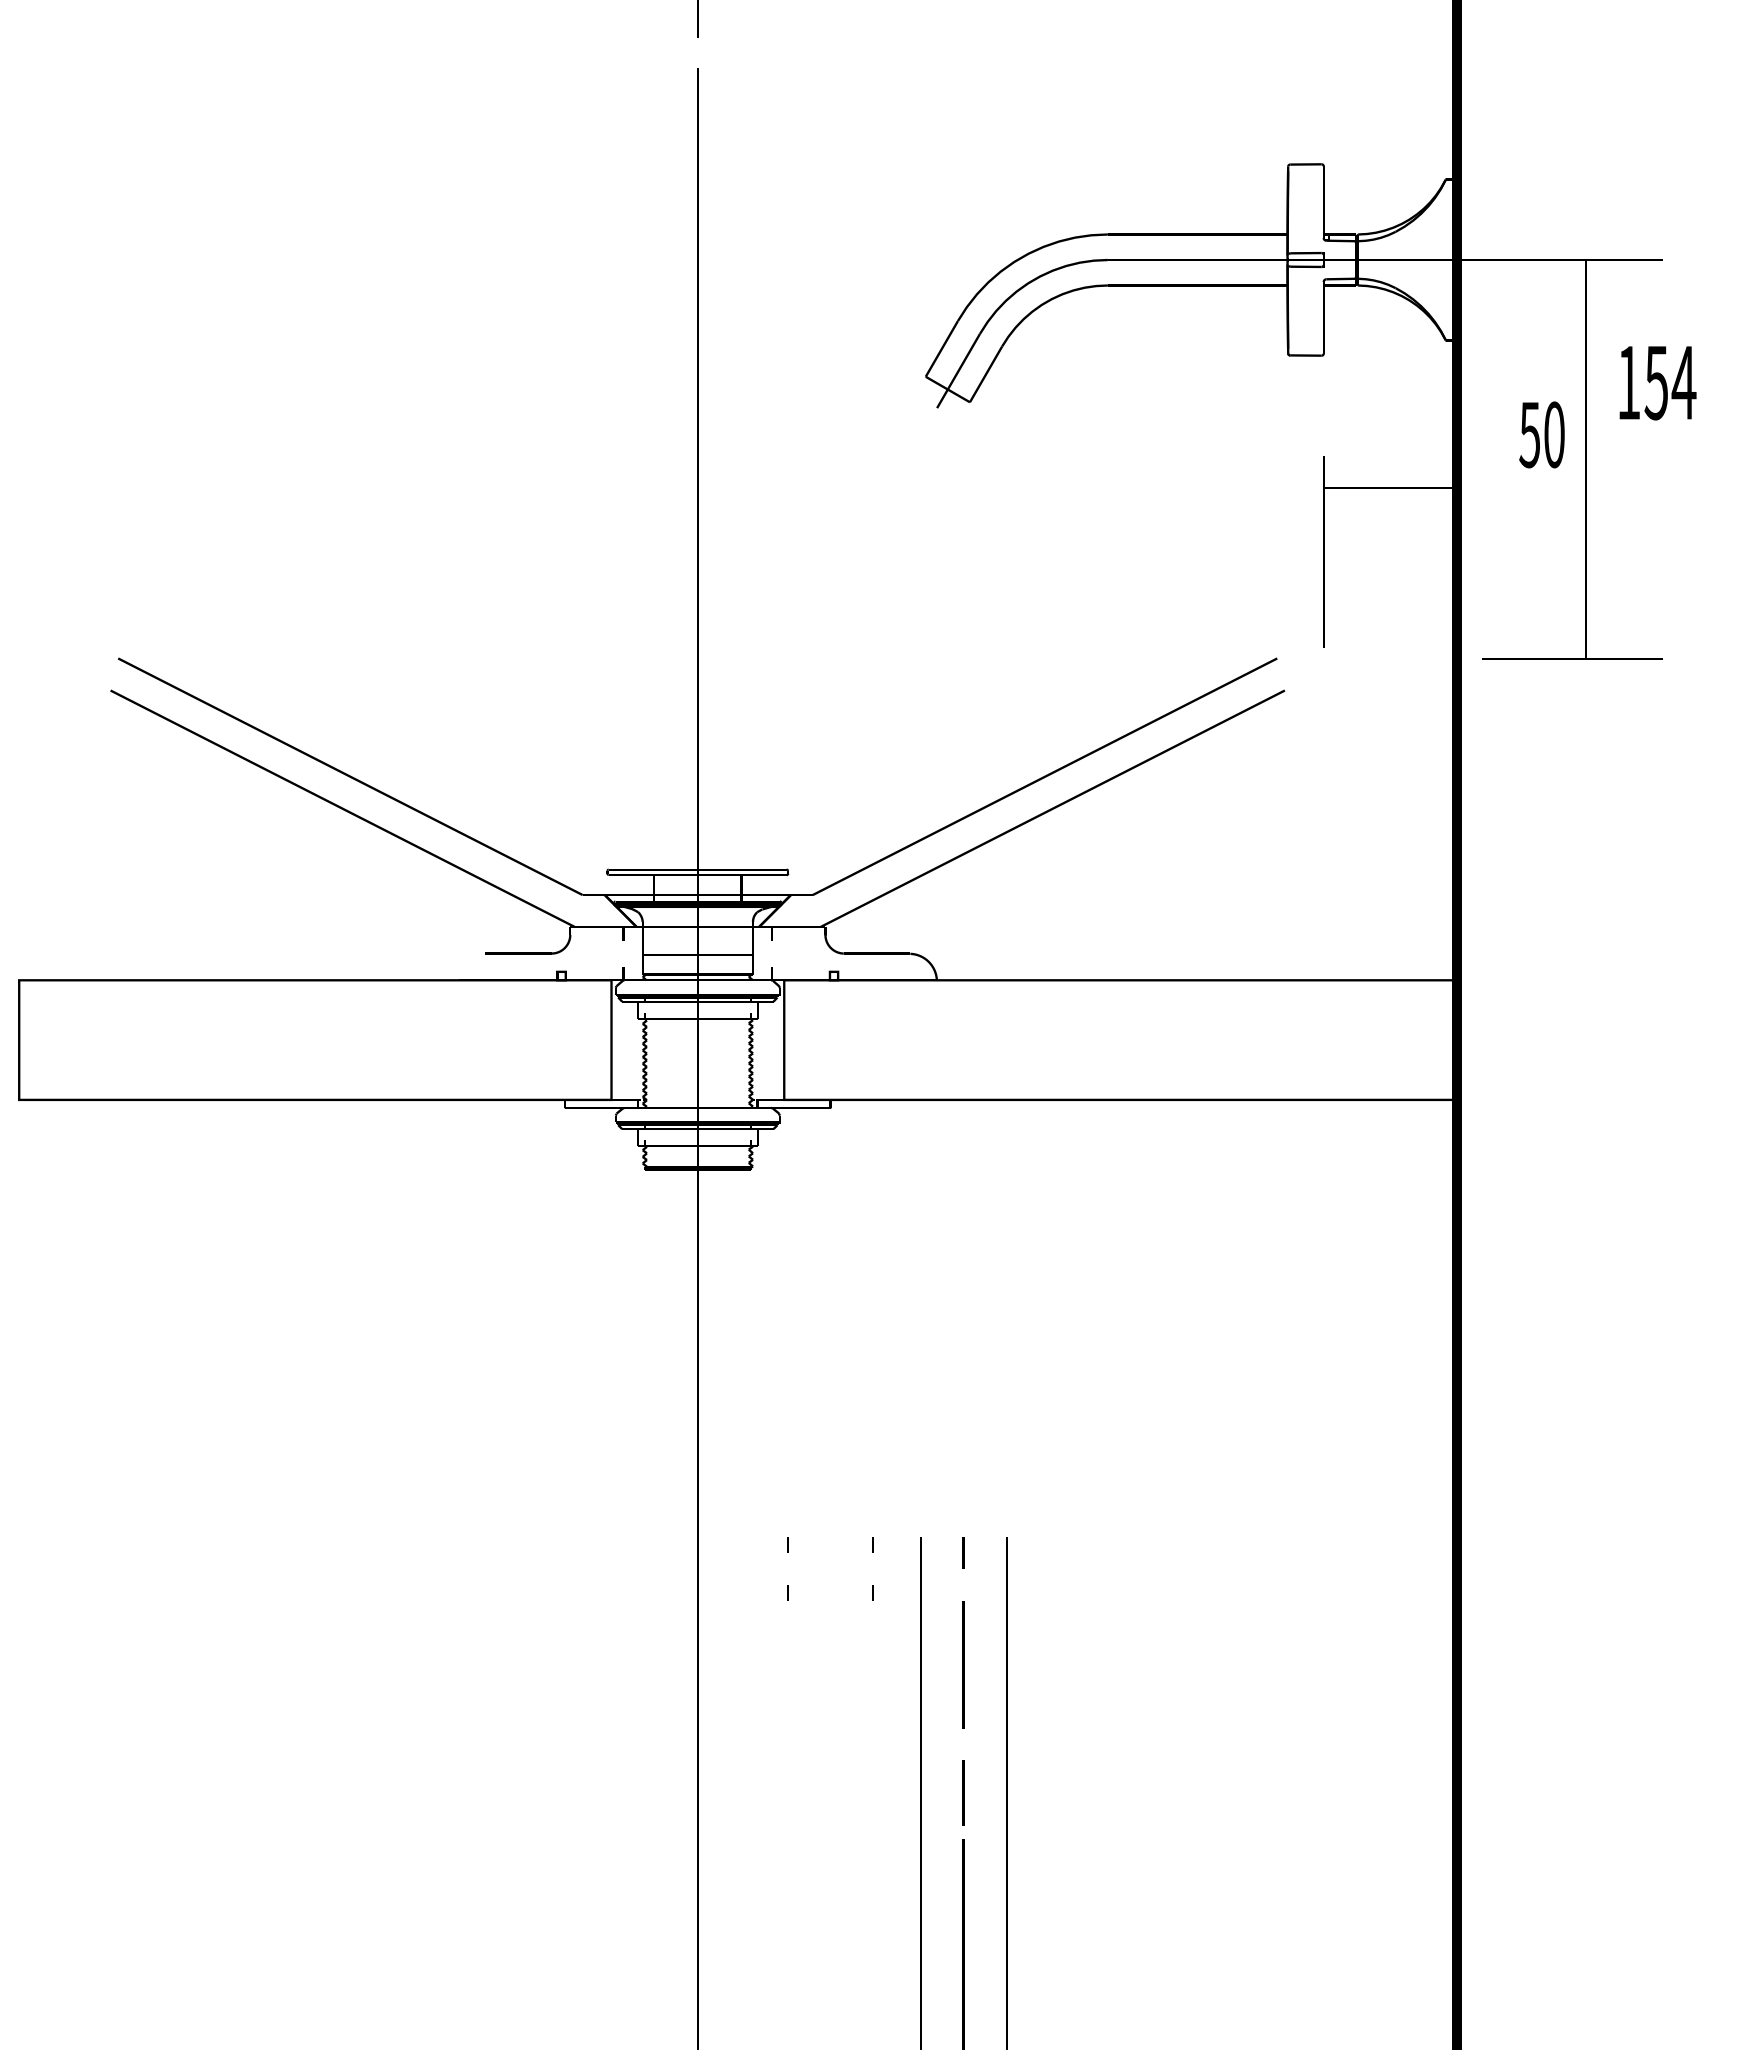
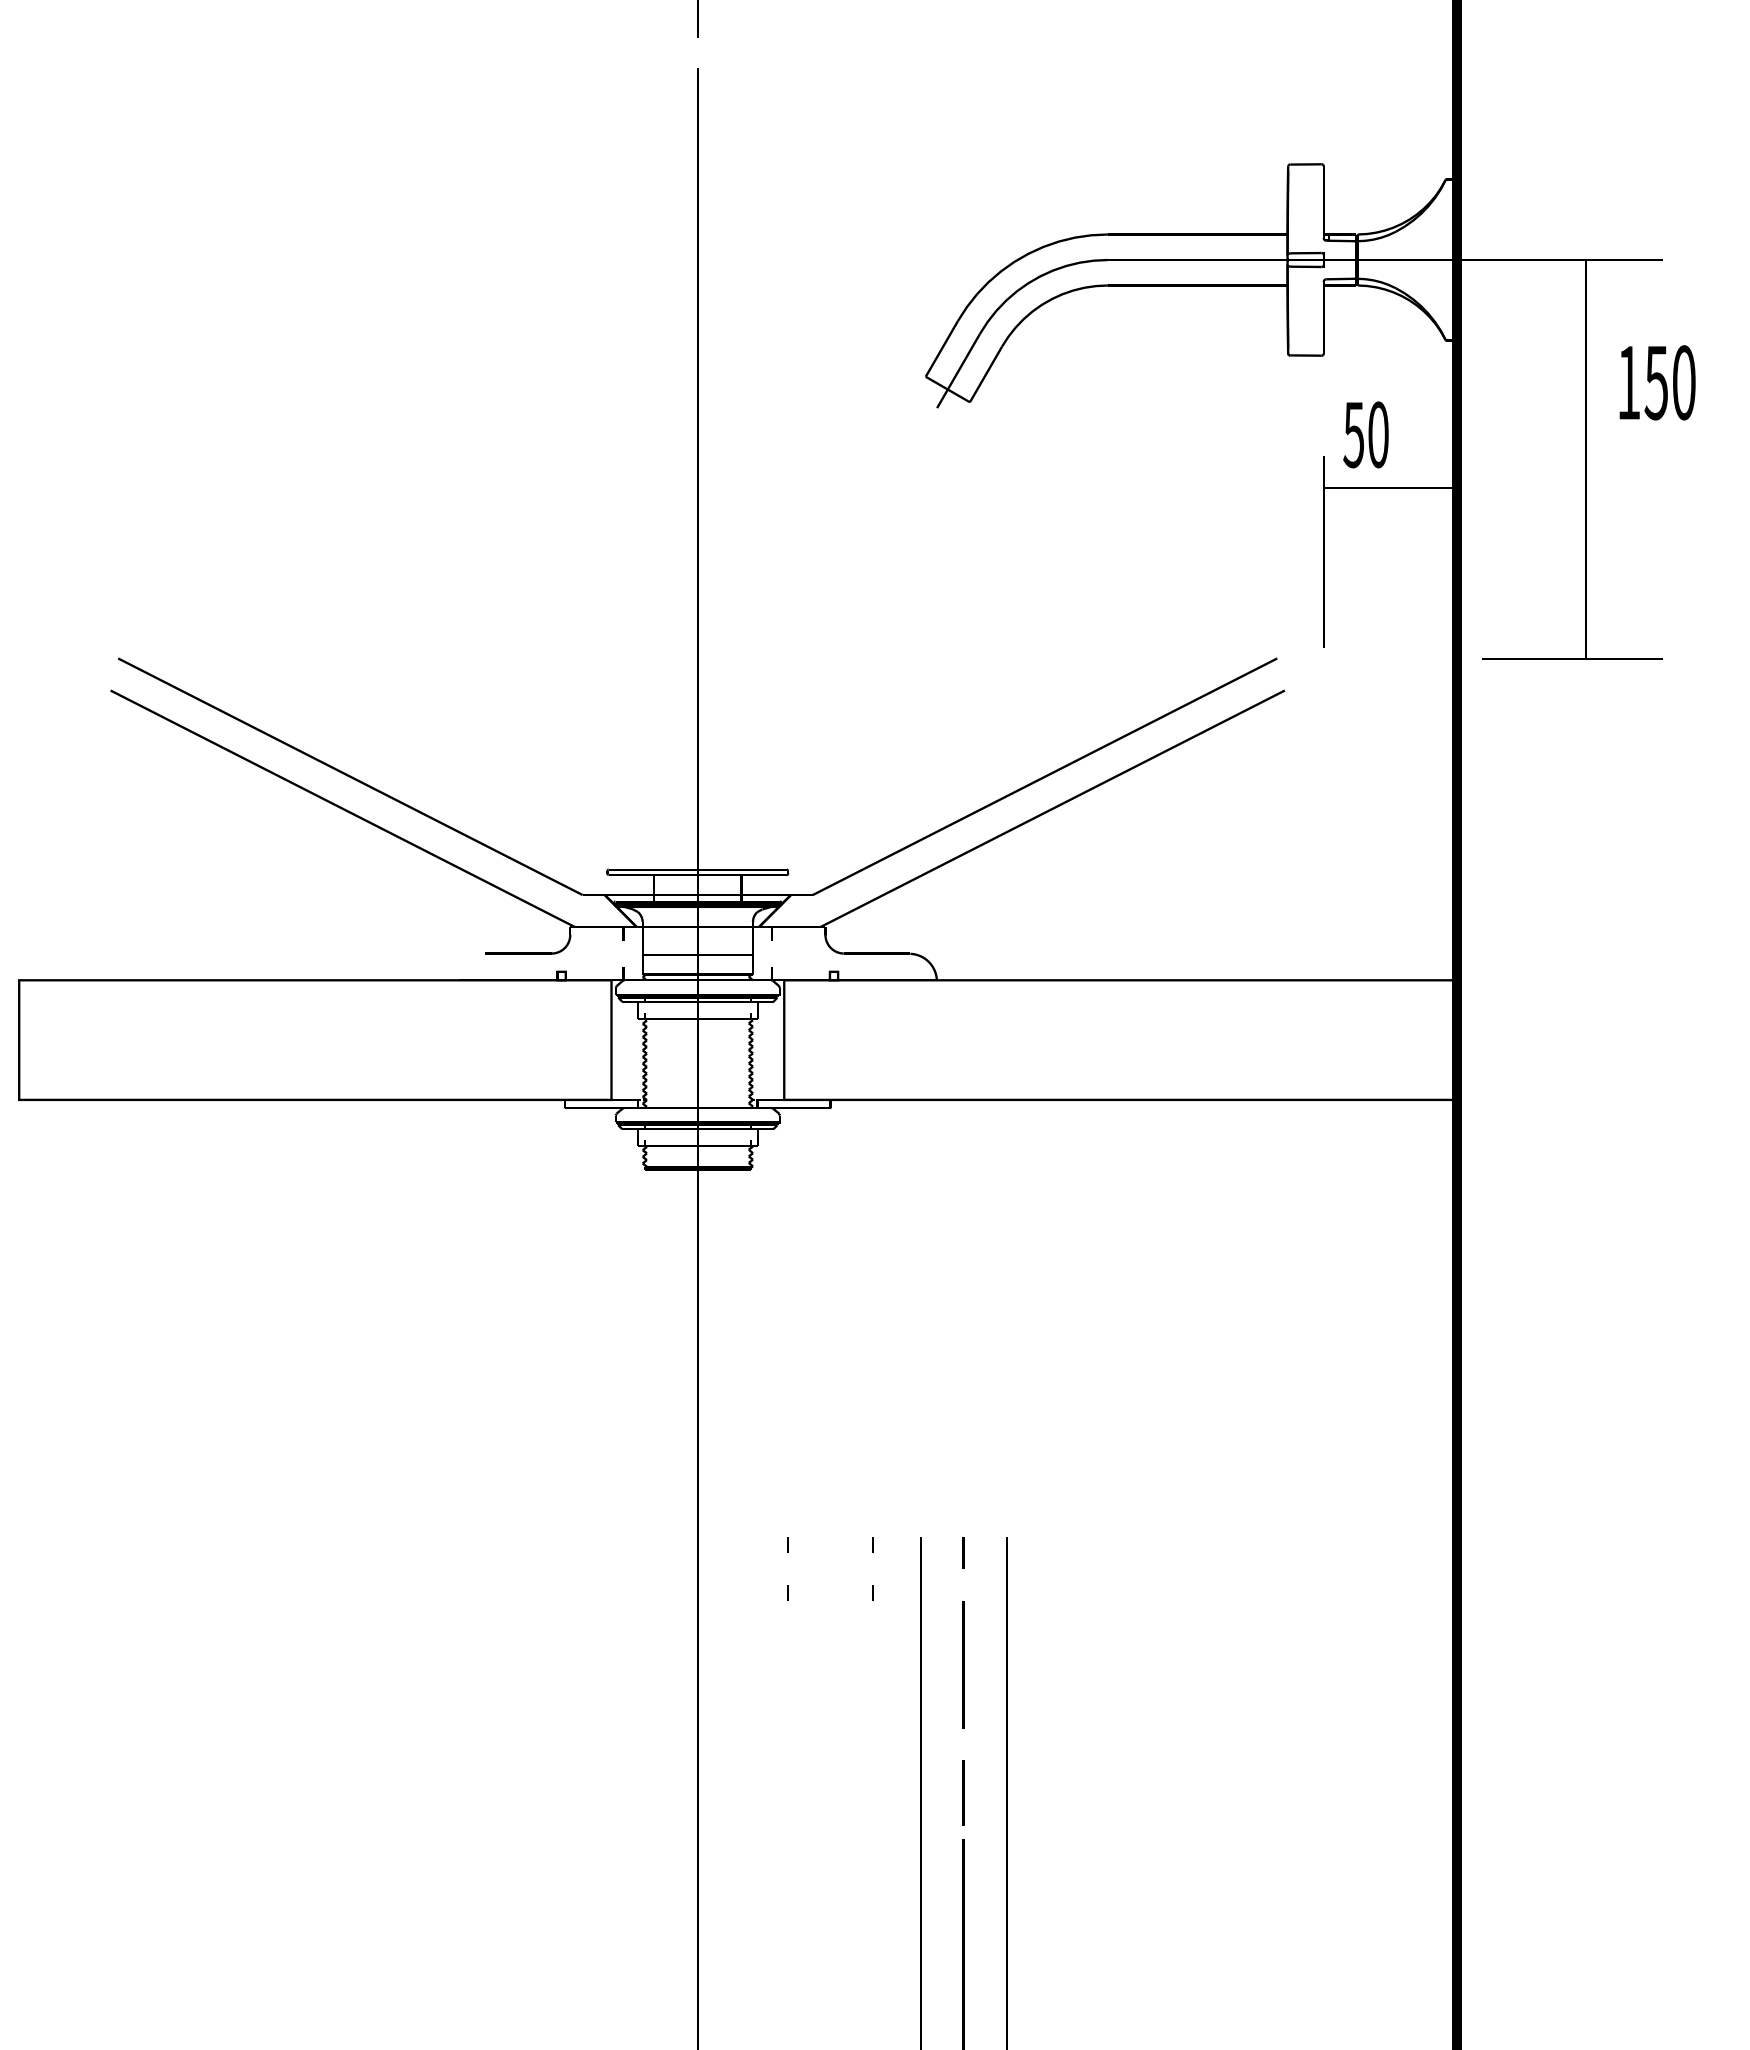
text at (1683, 382): 154 -> 150
text at (1541, 434) position: (1541, 434) -> (1365, 434)
